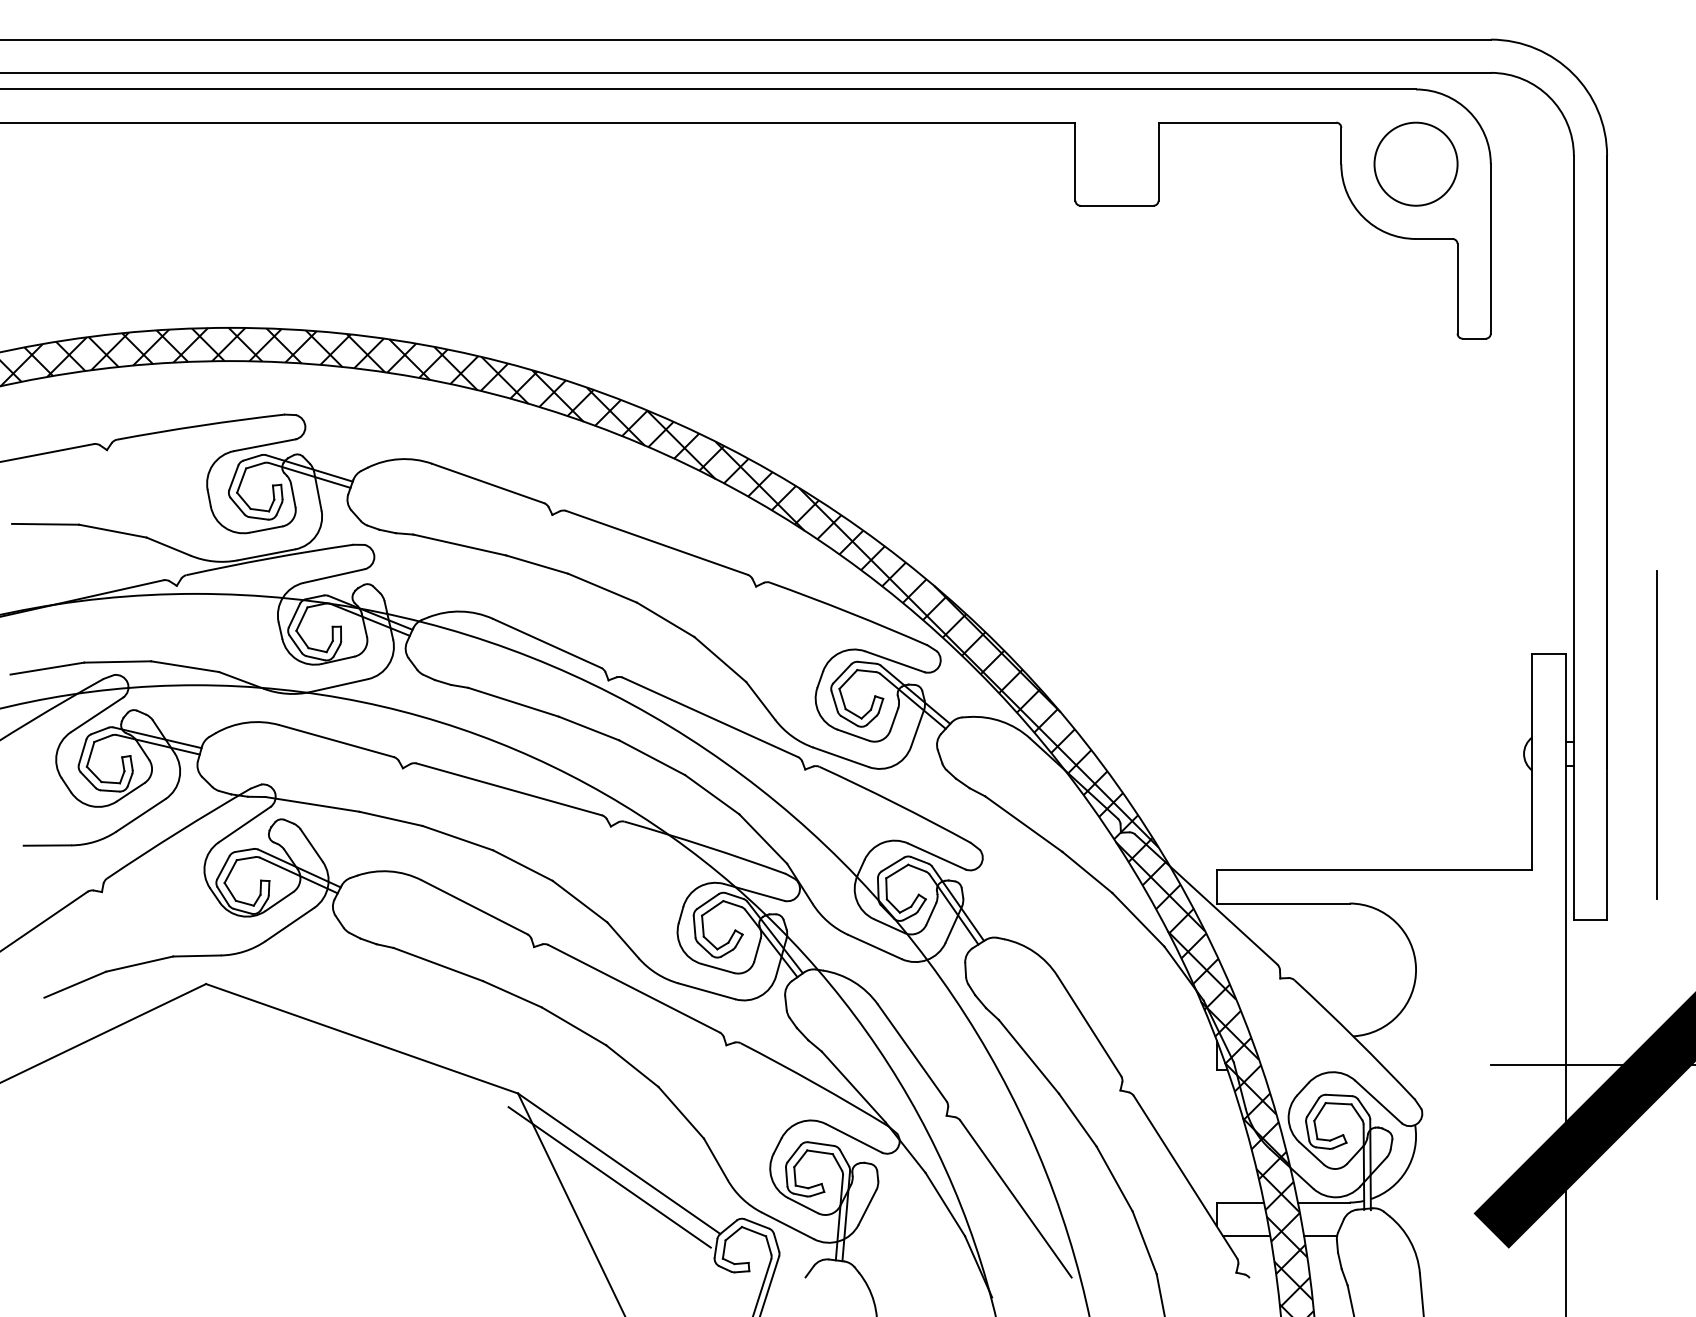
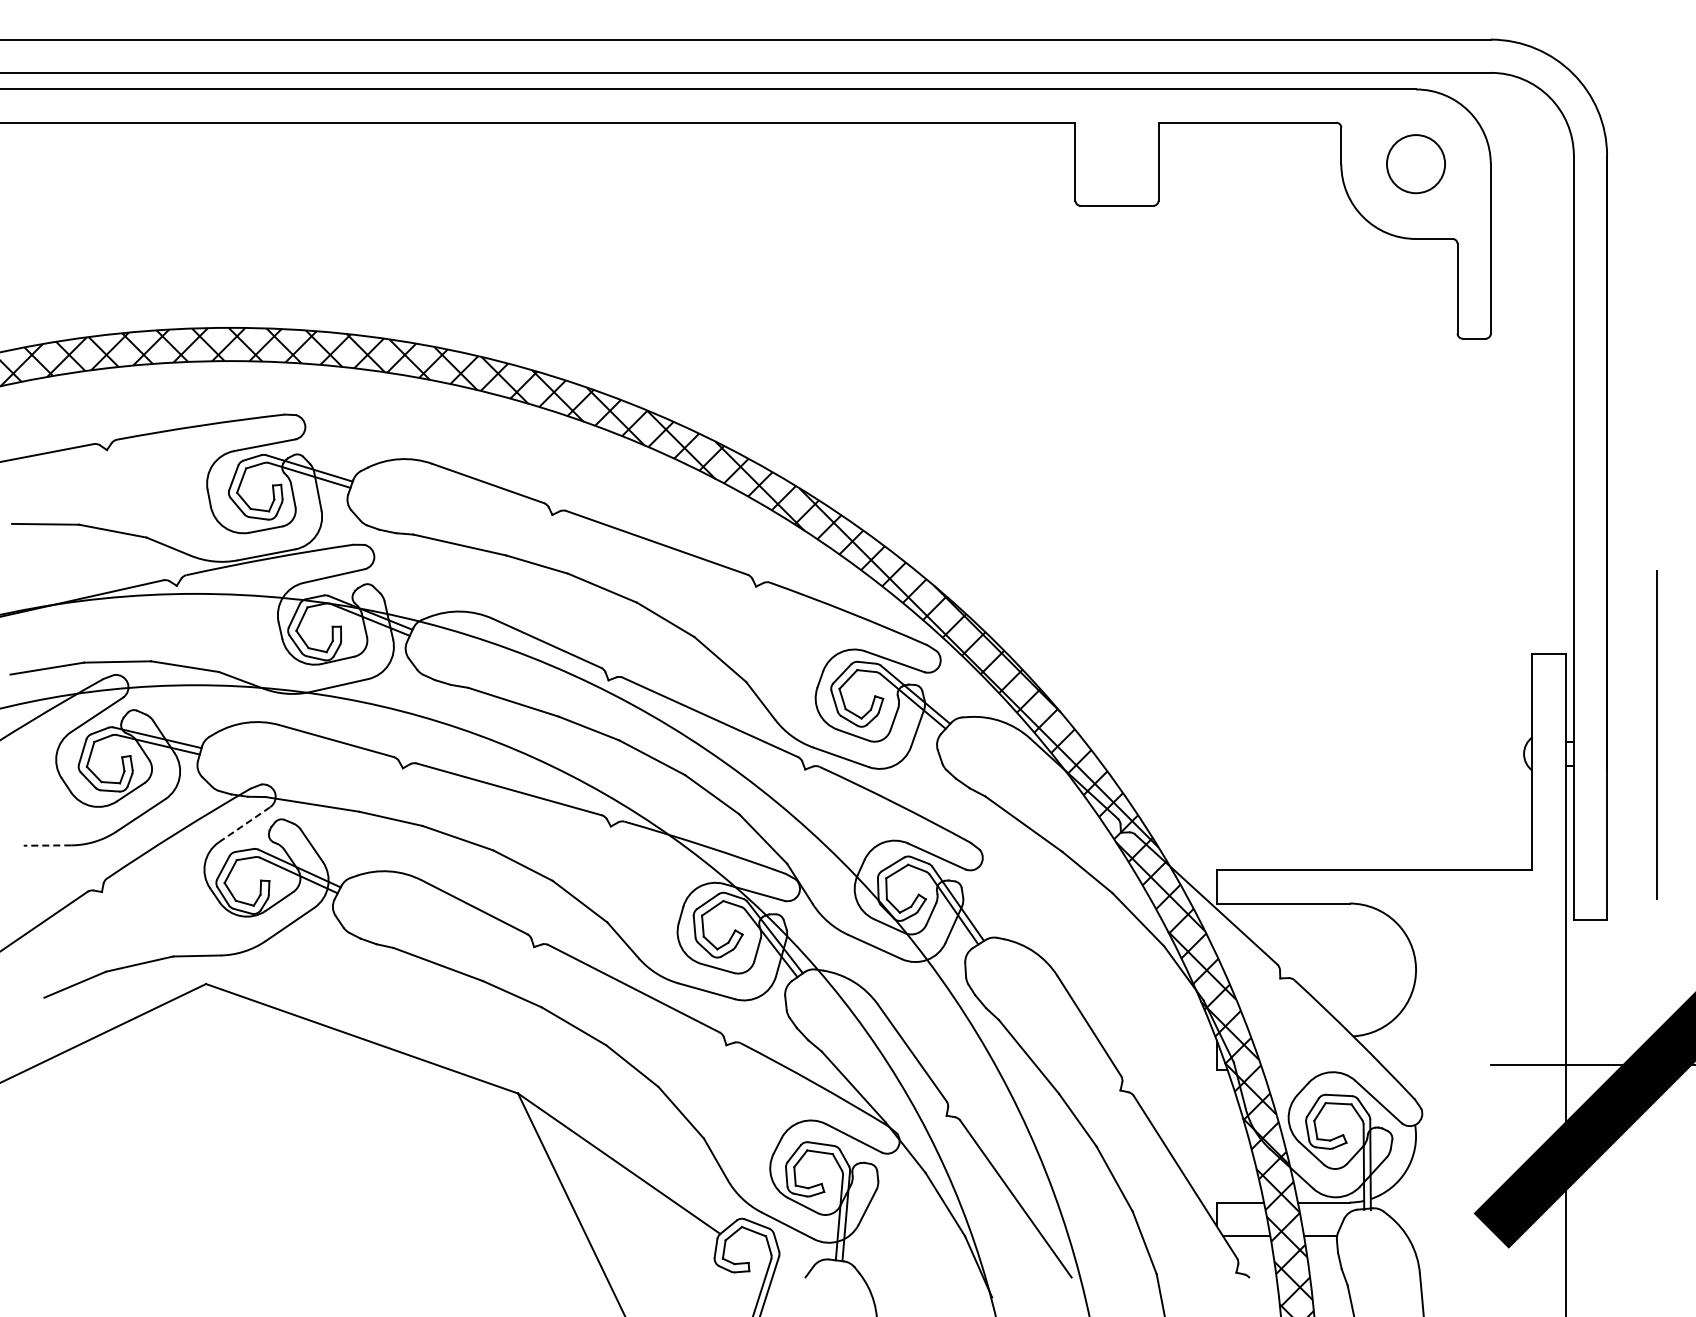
circle at (1415, 163) size: 86x86 px -> 60x61 px
line at (244, 824): solid -> dashed
line at (47, 845): solid -> dashed
line at (609, 1177): present -> none
